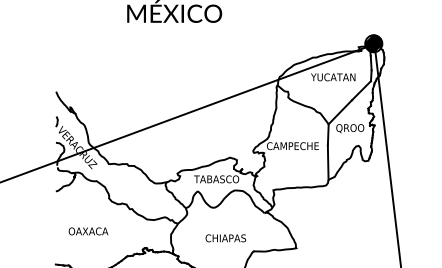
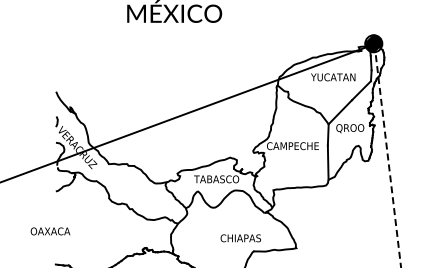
line at (387, 156): solid -> dashed
text at (88, 231) position: (88, 231) -> (50, 231)
text at (225, 238) position: (225, 238) -> (240, 238)
